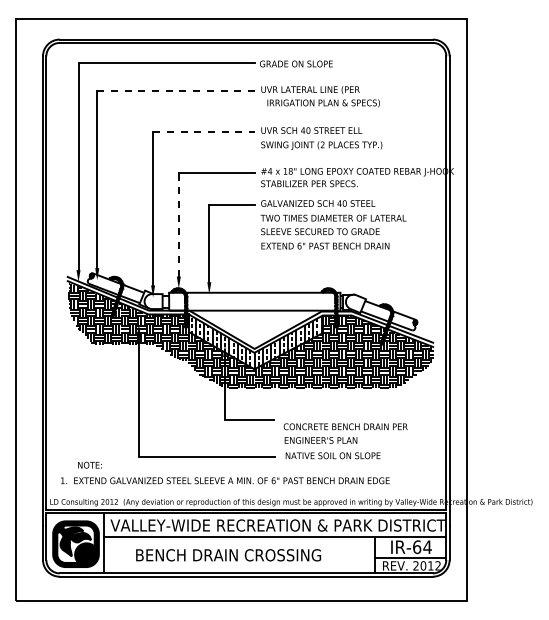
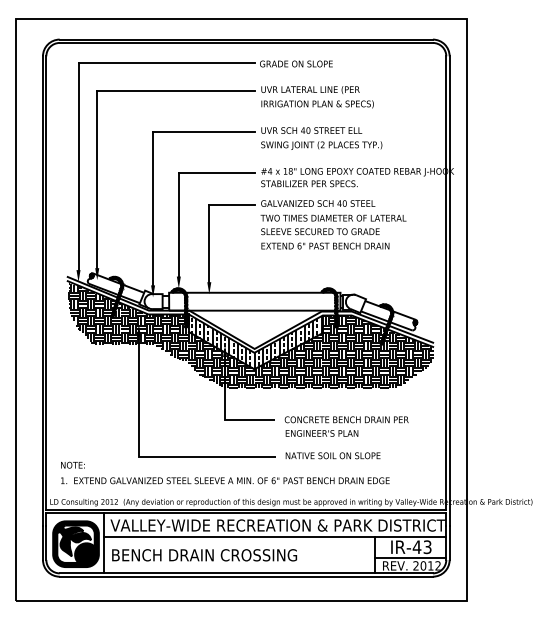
line at (176, 90): dashed -> solid
text at (323, 103) position: (323, 103) -> (317, 104)
line at (204, 131): dashed -> solid
line at (178, 224): dashed -> solid
text at (345, 433) position: (345, 433) -> (346, 426)
text at (89, 464) position: (89, 464) -> (72, 464)
text at (421, 547): IR-64 -> IR-43
text at (228, 555) position: (228, 555) -> (204, 555)
